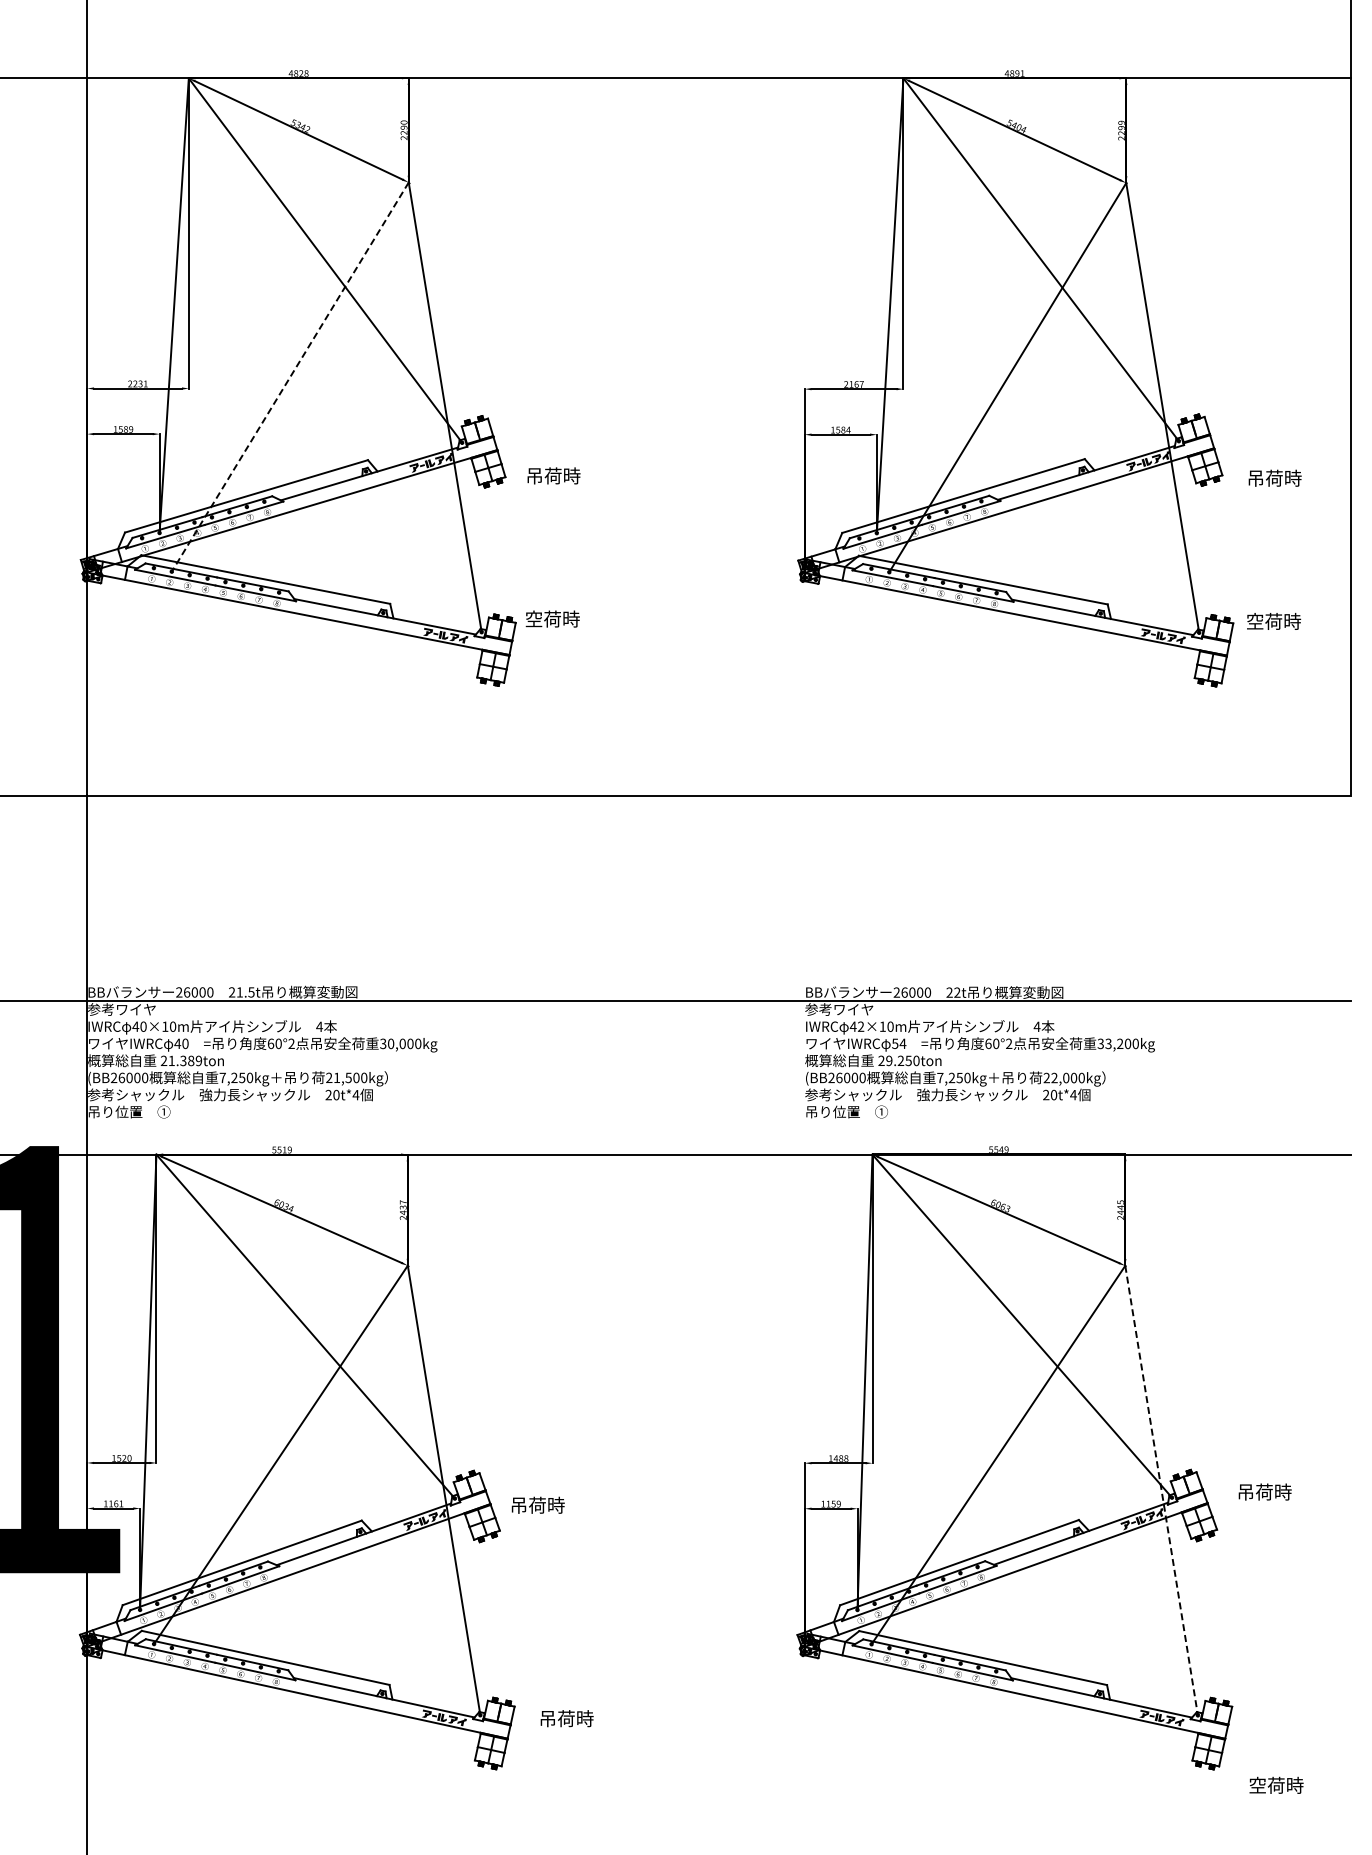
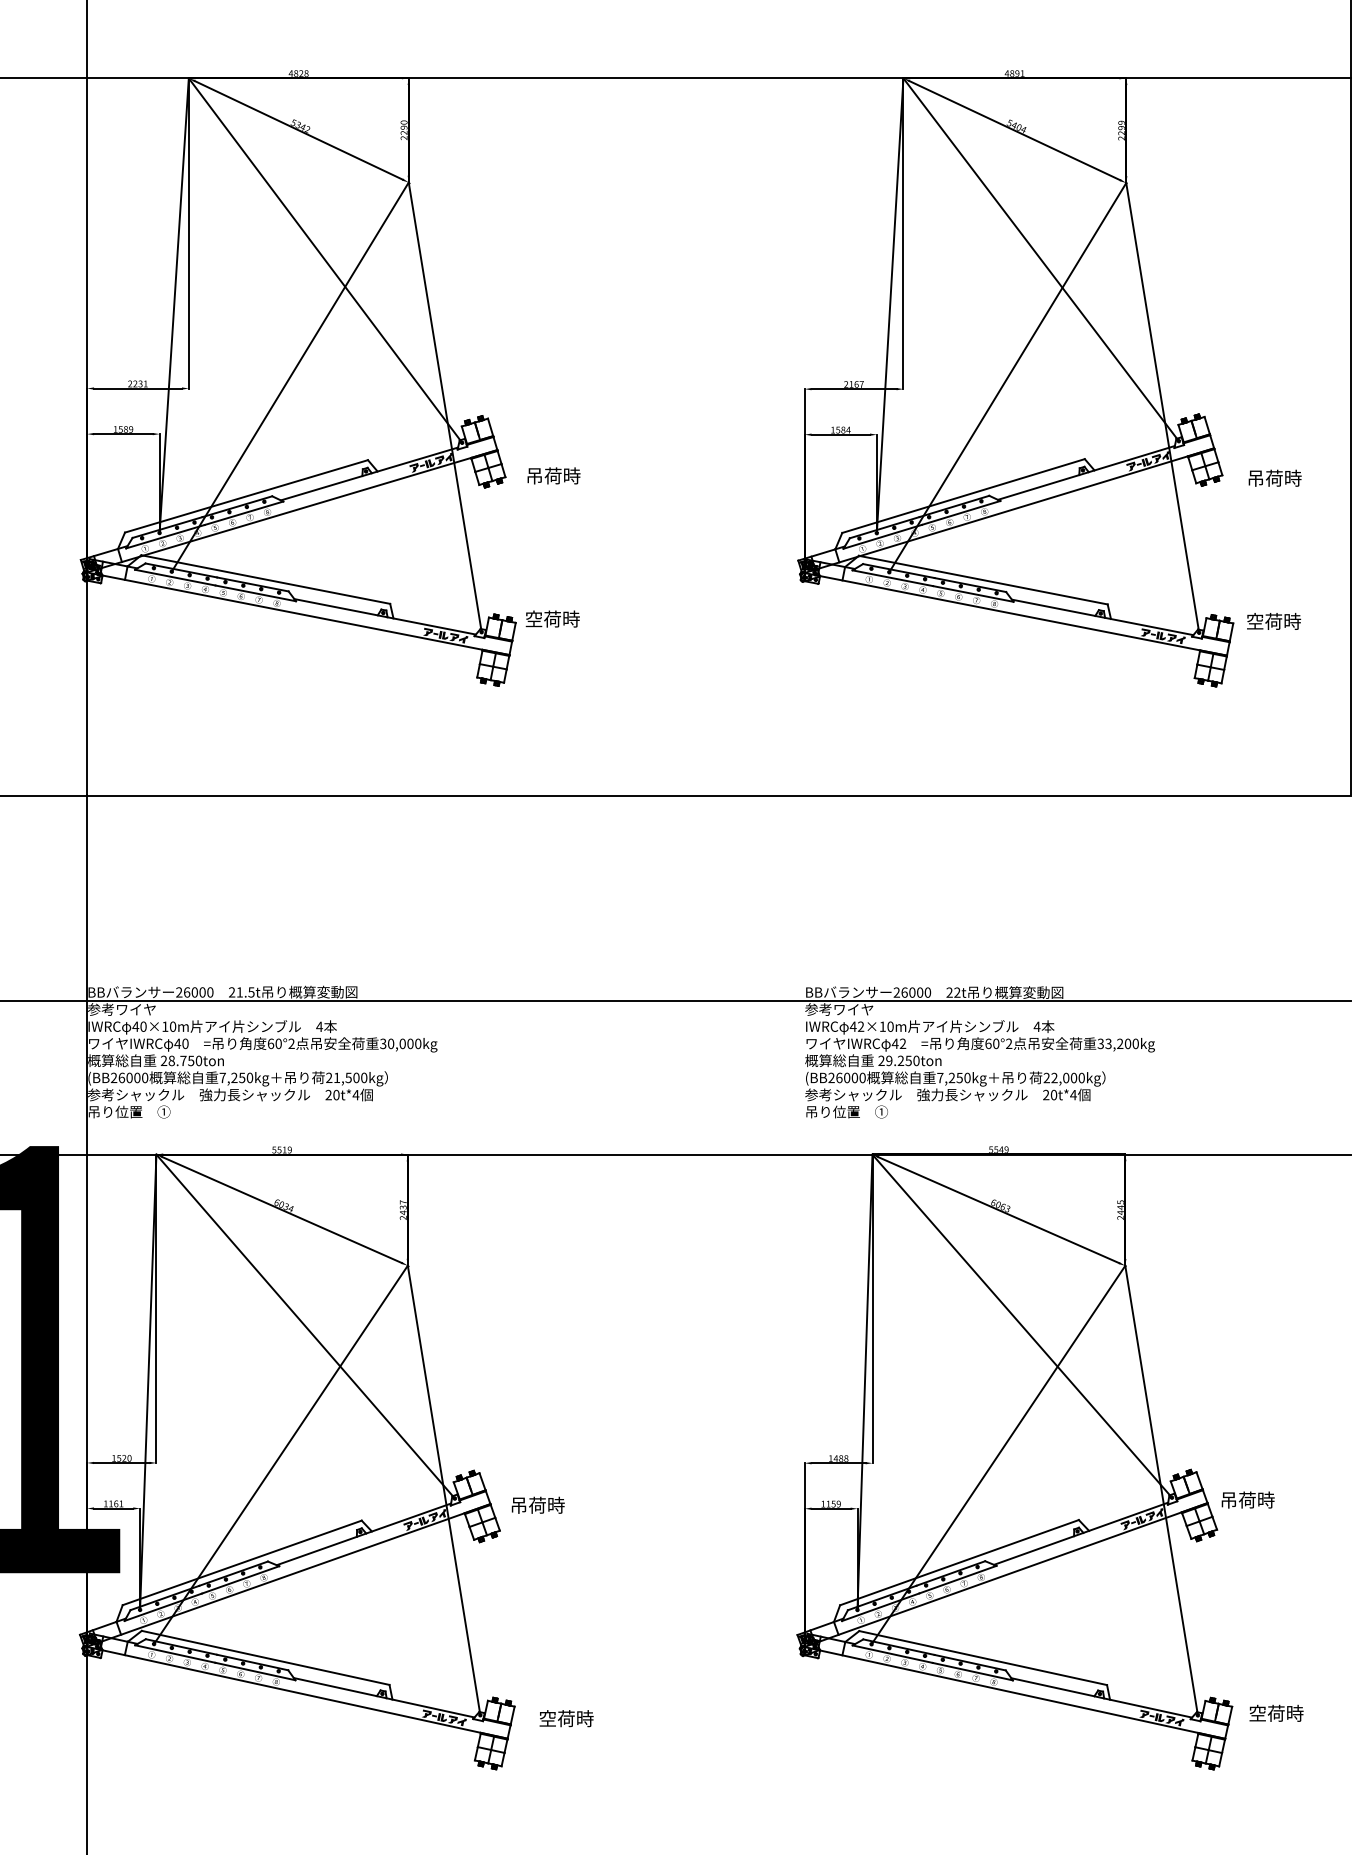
line at (290, 377): dashed -> solid
text at (898, 1043): 54 -> 42
text at (184, 1060): 21.389ton -> 28.750ton
line at (1161, 1490): dashed -> solid
text at (1264, 1491) position: (1264, 1491) -> (1247, 1499)
text at (547, 1718): 吊荷時 -> 空荷時
text at (1276, 1784) position: (1276, 1784) -> (1276, 1712)
